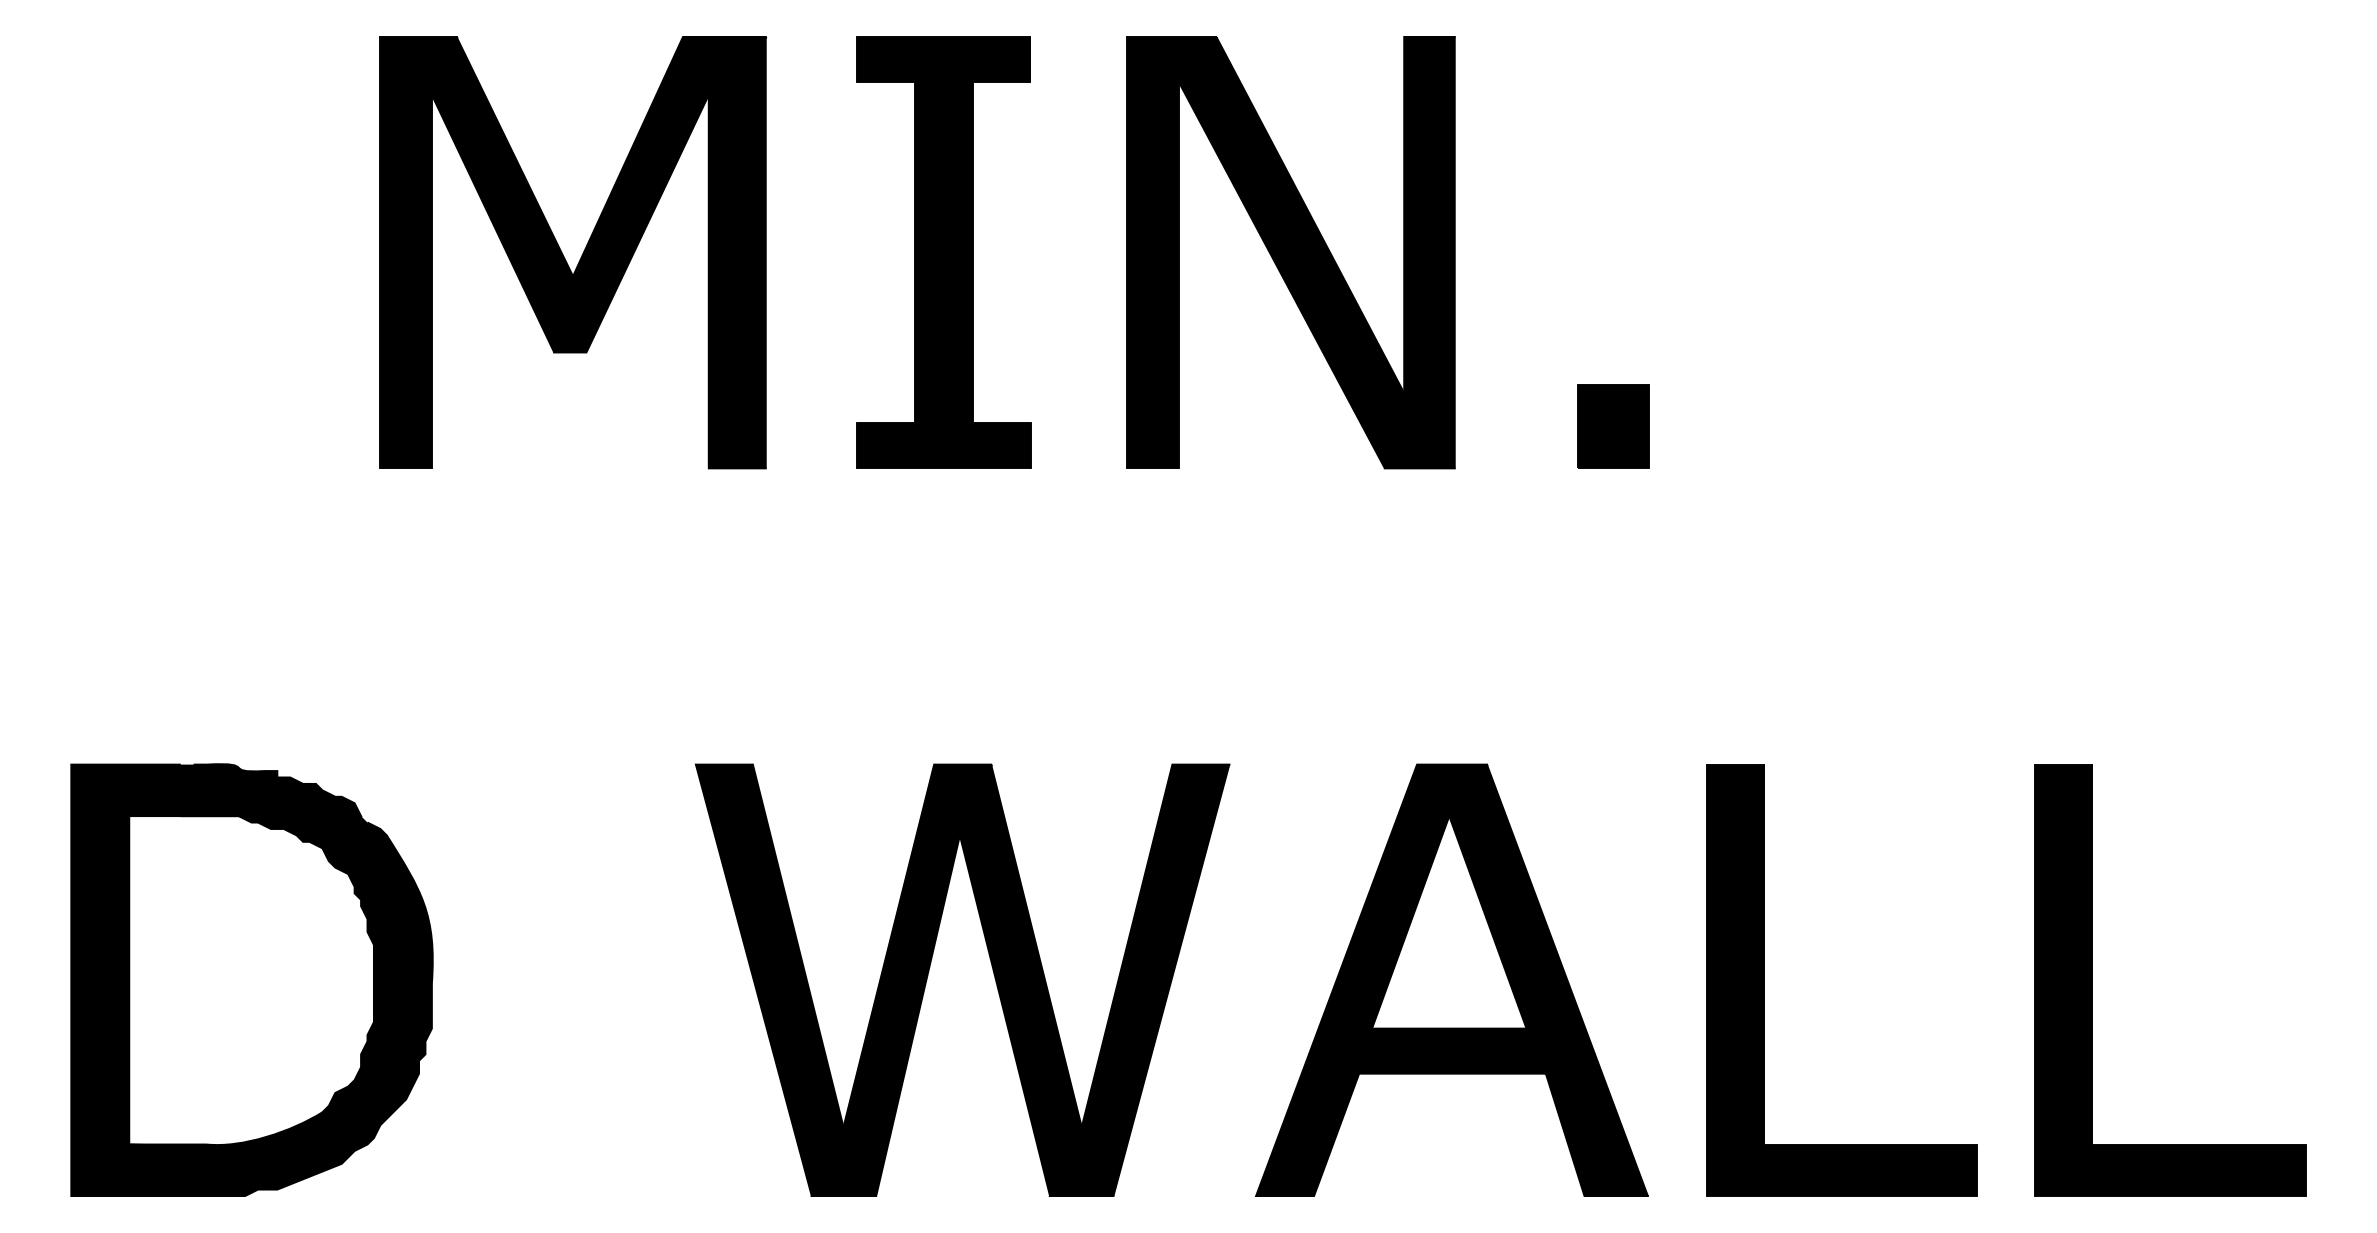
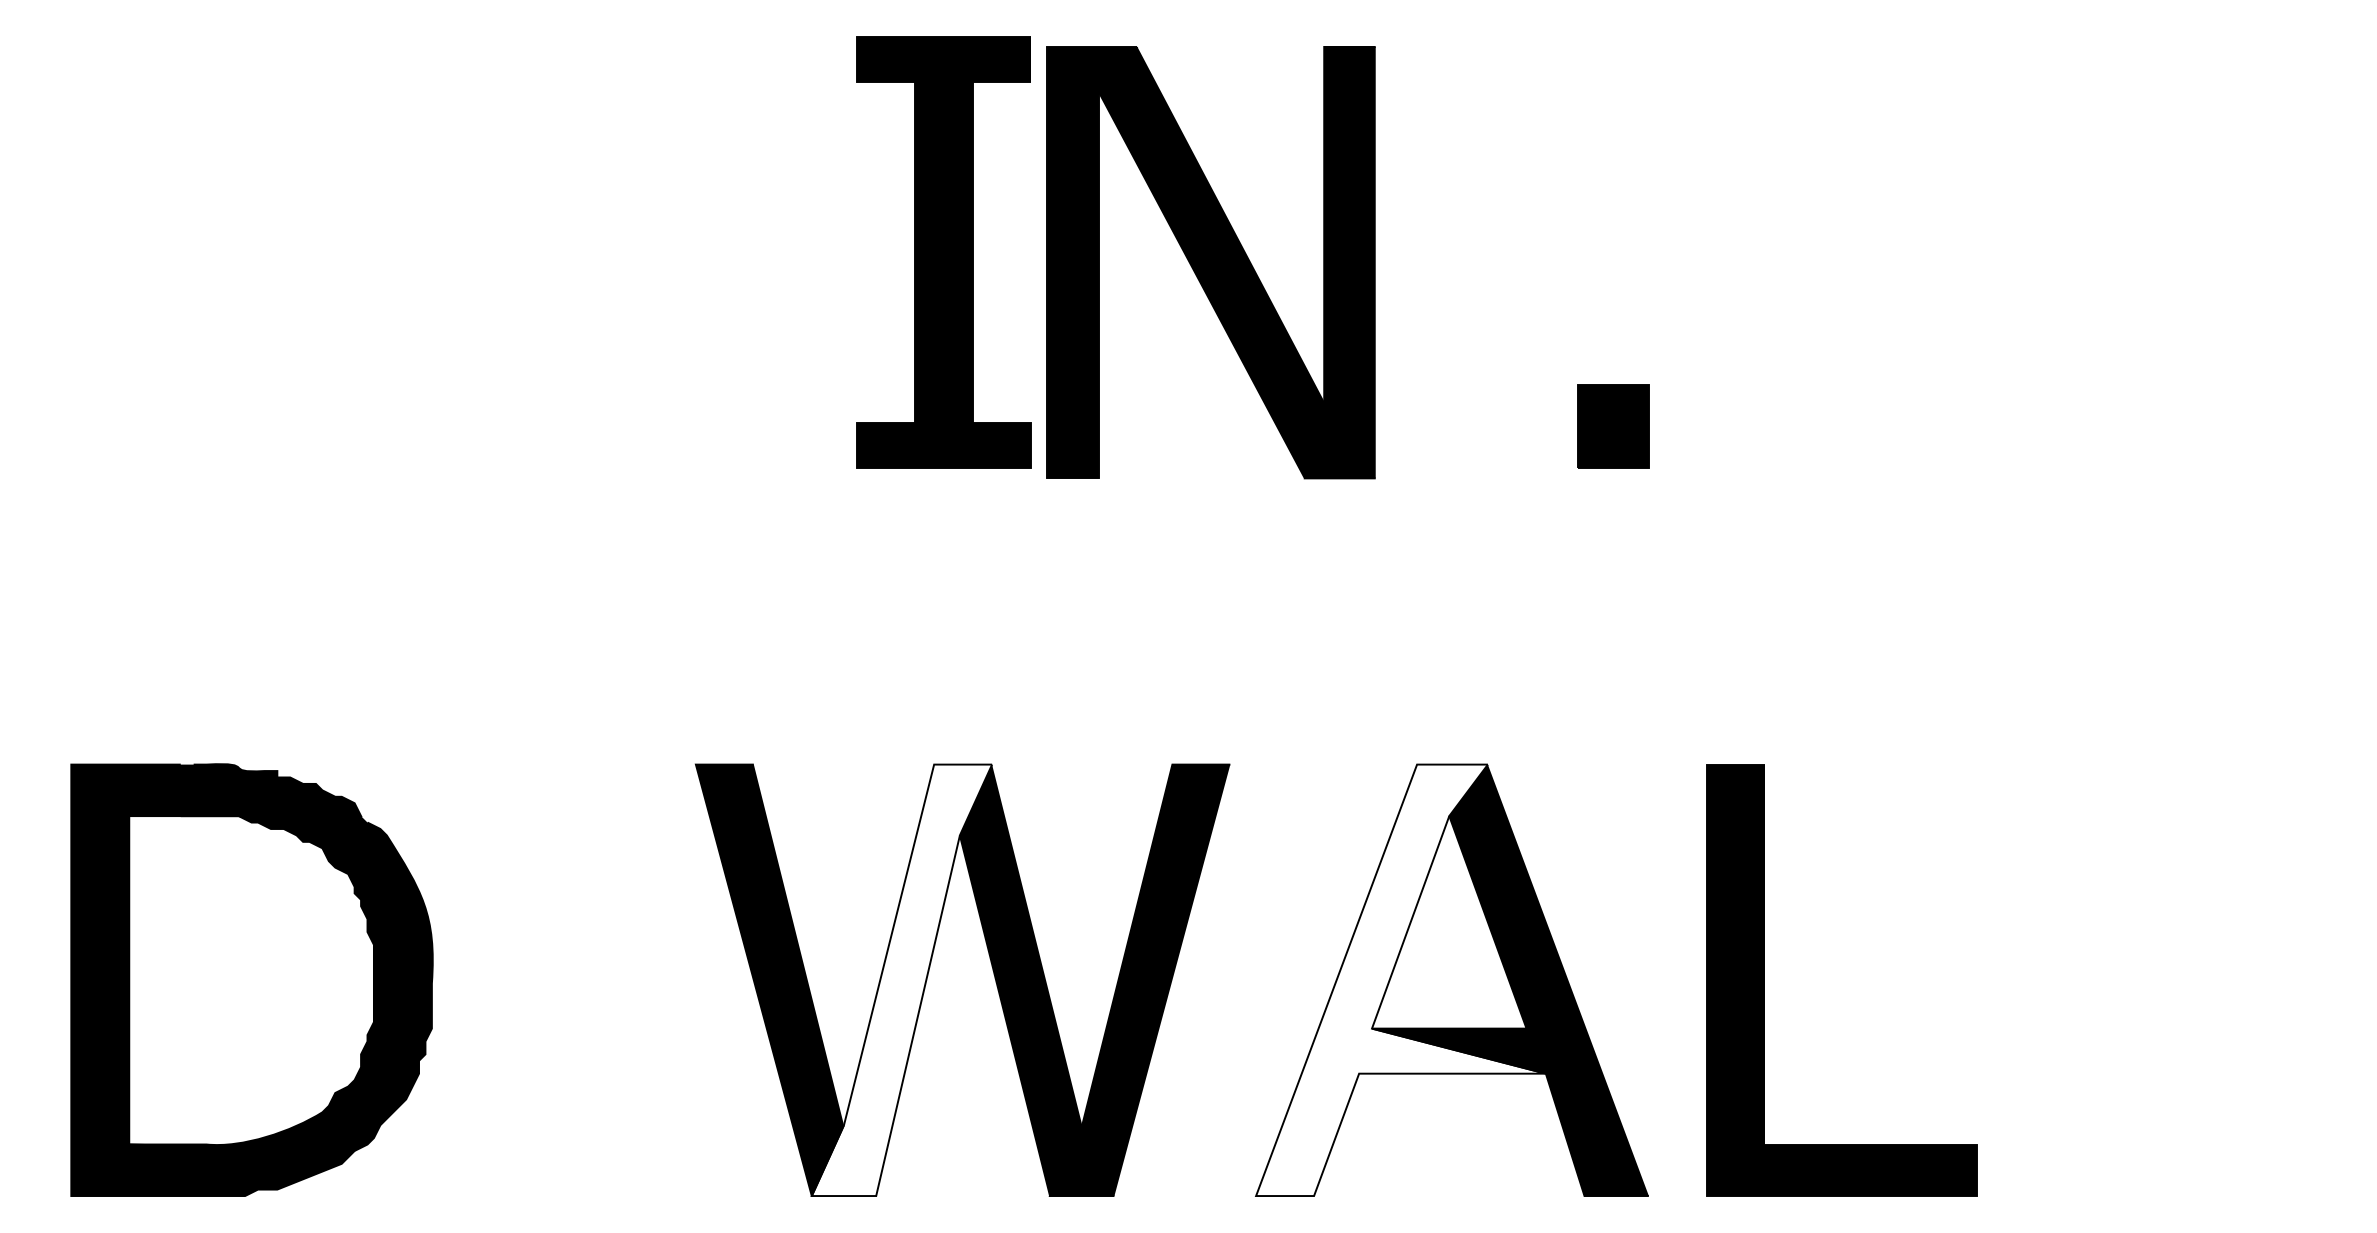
part at (1290, 252) position: (1290, 252) -> (1210, 262)
part at (581, 255): present -> none
fill at (901, 980): present -> none
fill at (1400, 980): present -> none
part at (2092, 980): present -> none
